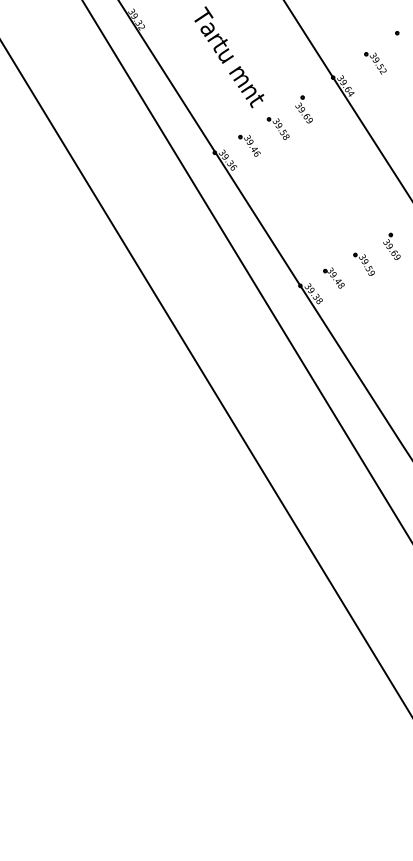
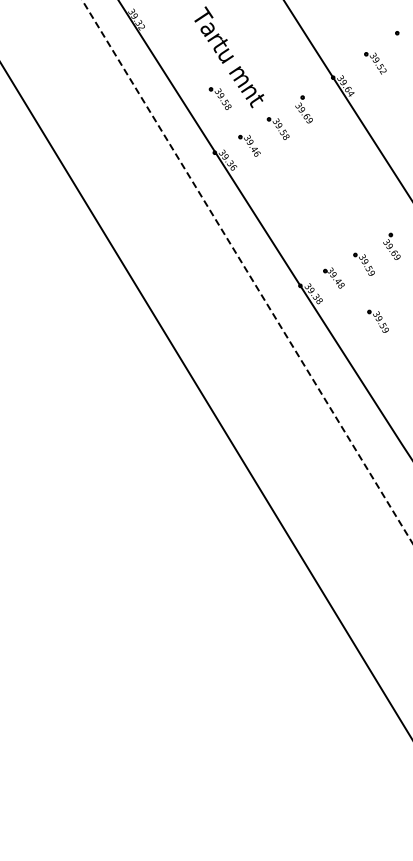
part at (219, 98): none -> present
line at (247, 271): solid -> dashed
part at (377, 320): none -> present
line at (205, 377) position: (205, 377) -> (205, 400)
